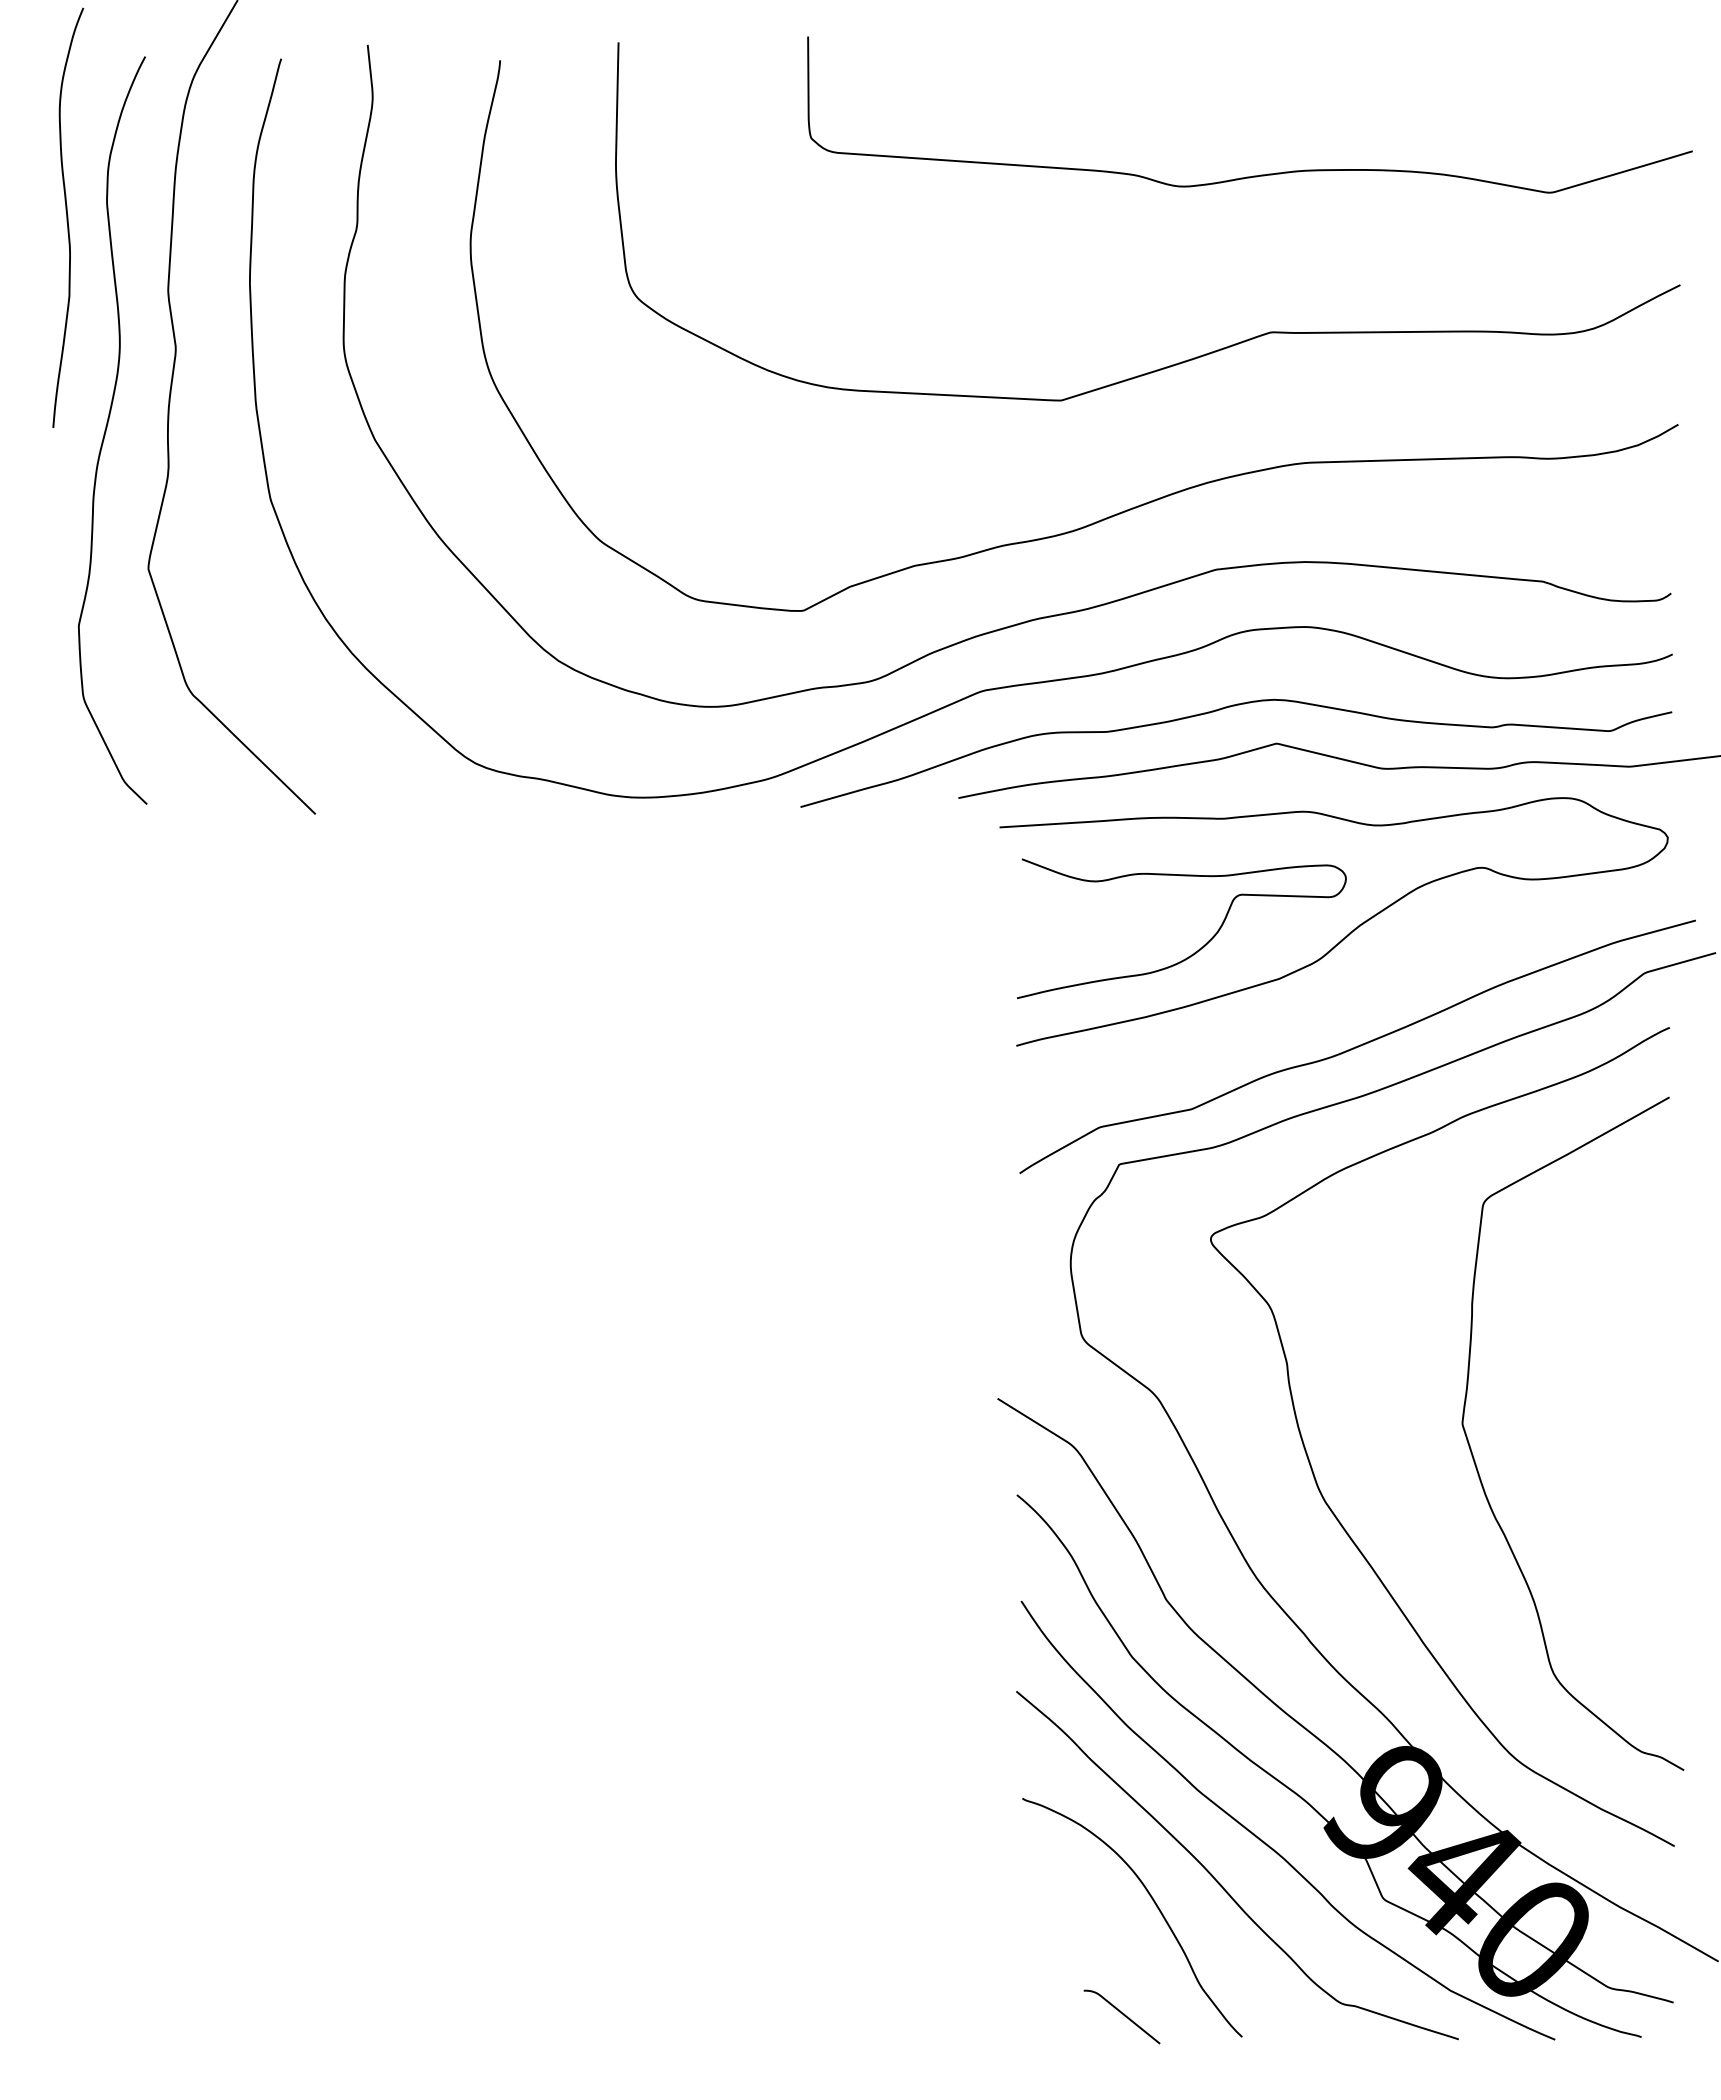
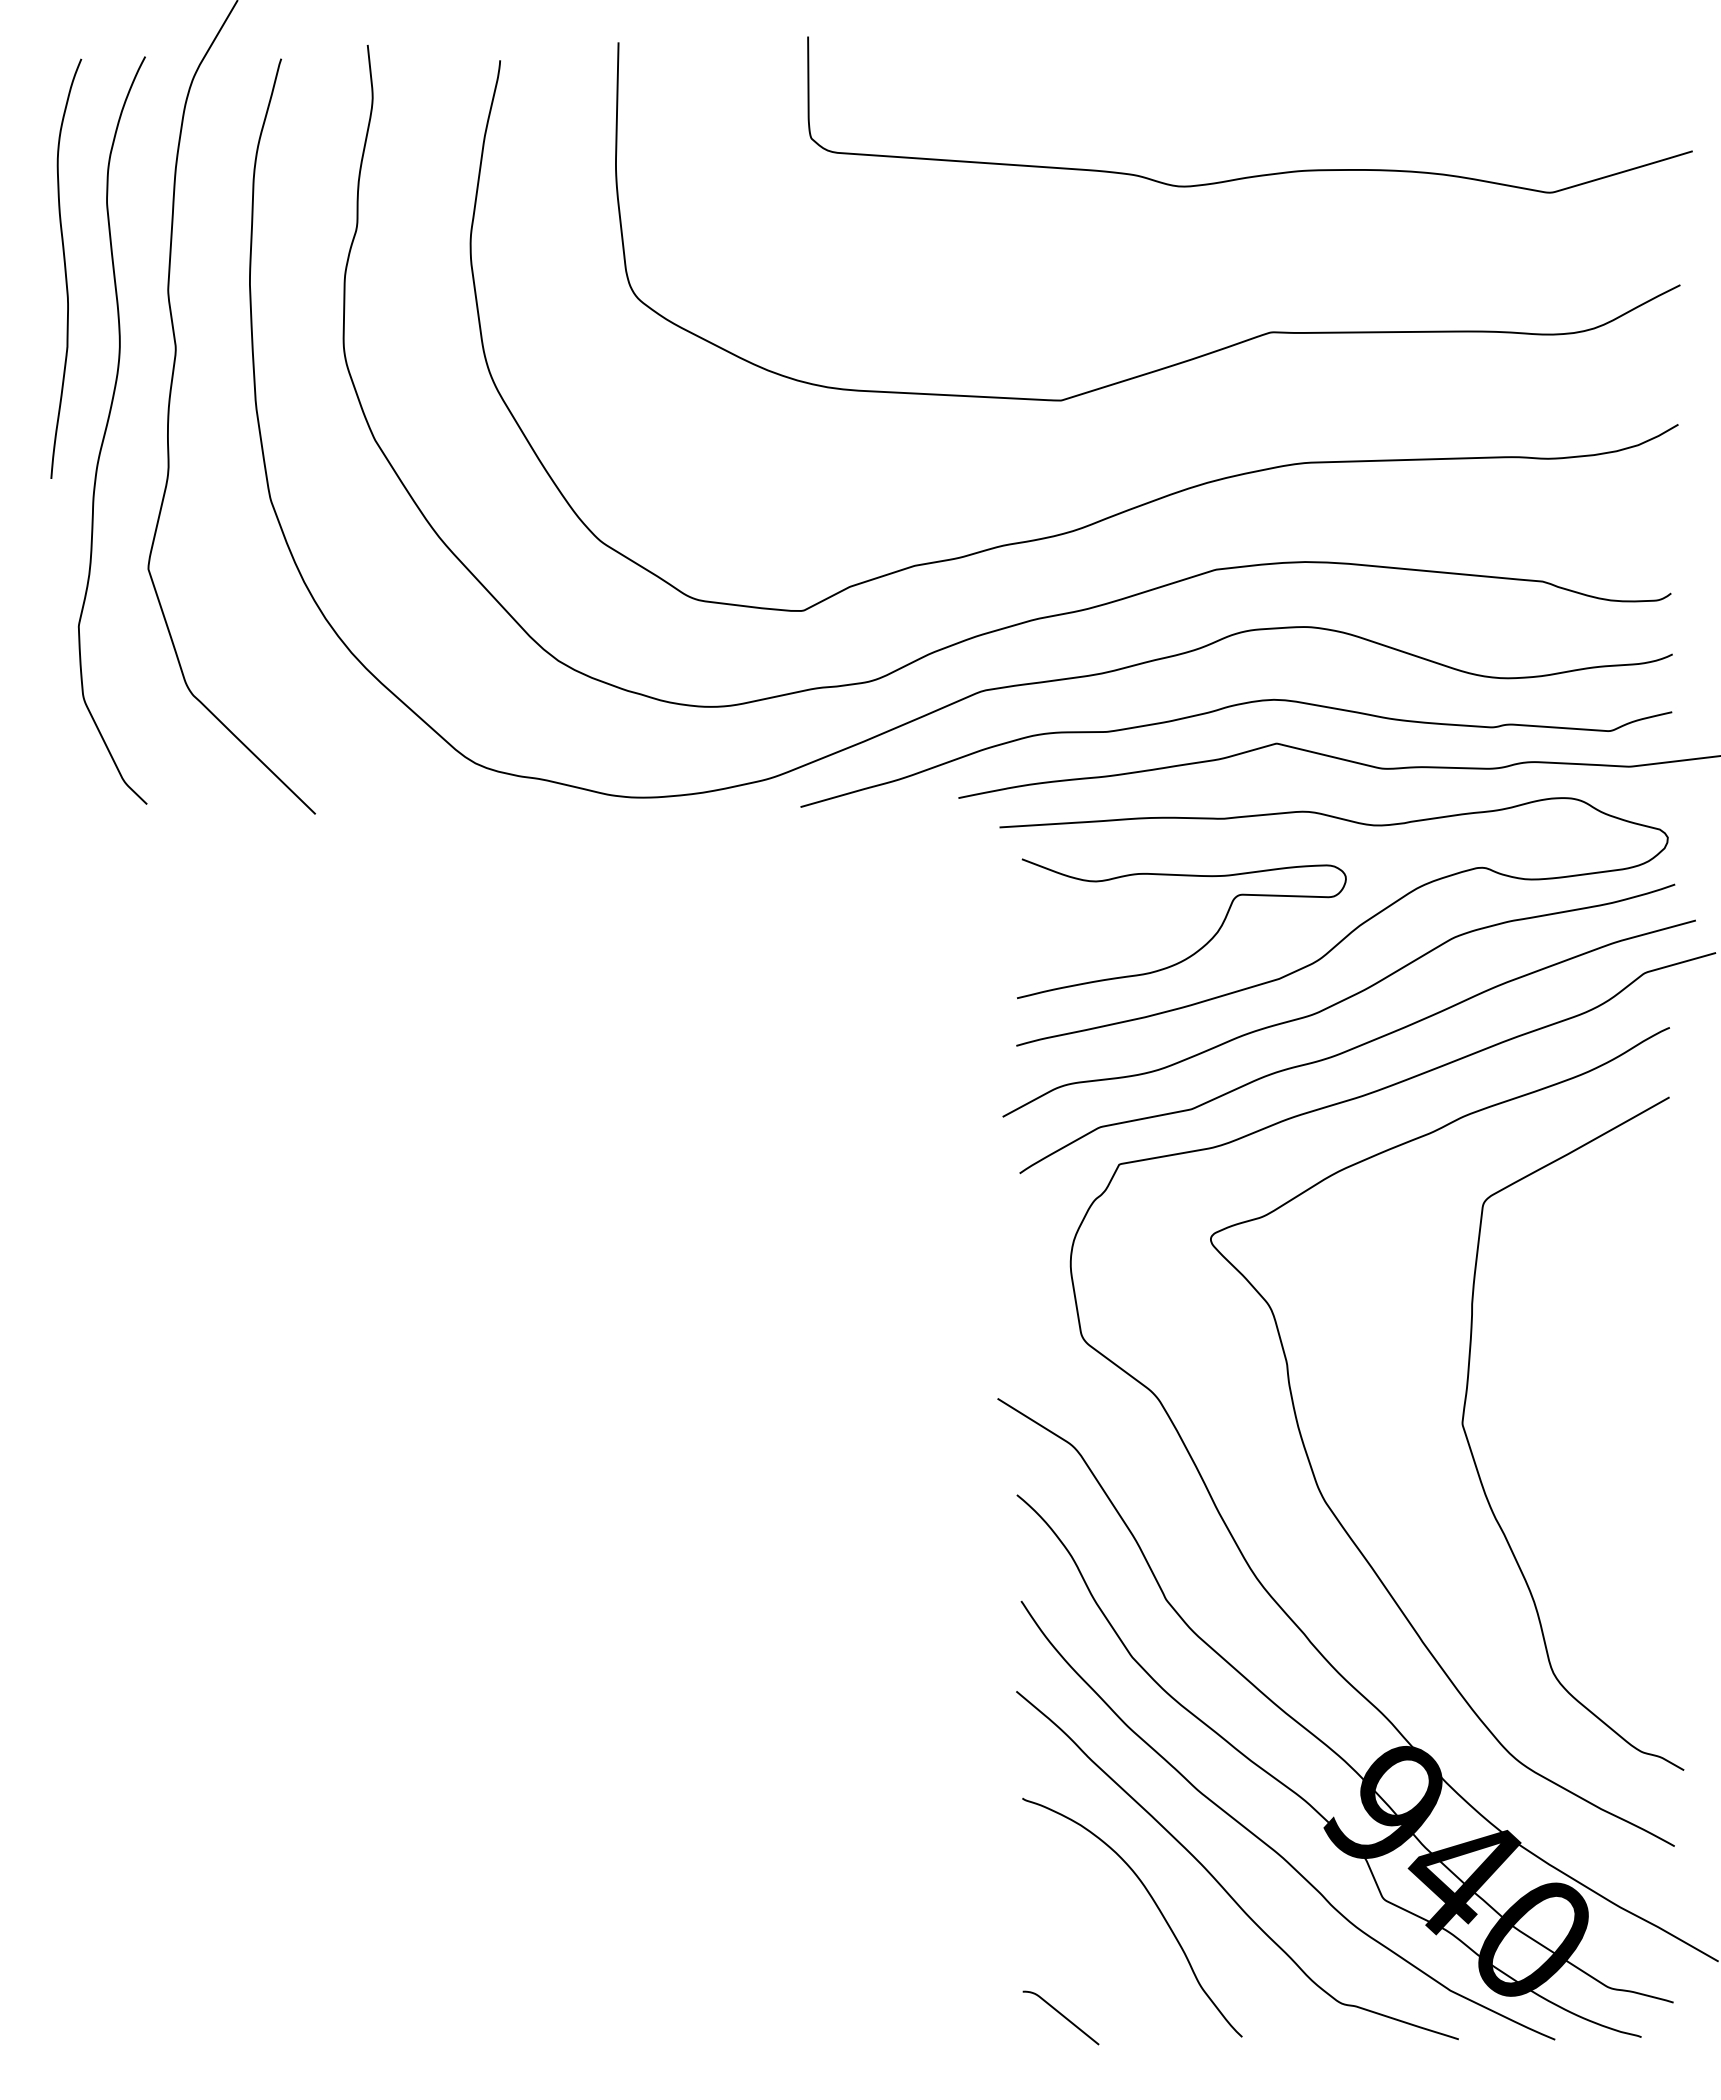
curve at (68, 217) position: (68, 217) -> (66, 268)
curve at (1338, 1001): none -> present
curve at (1122, 2014) position: (1122, 2014) -> (1061, 2015)
